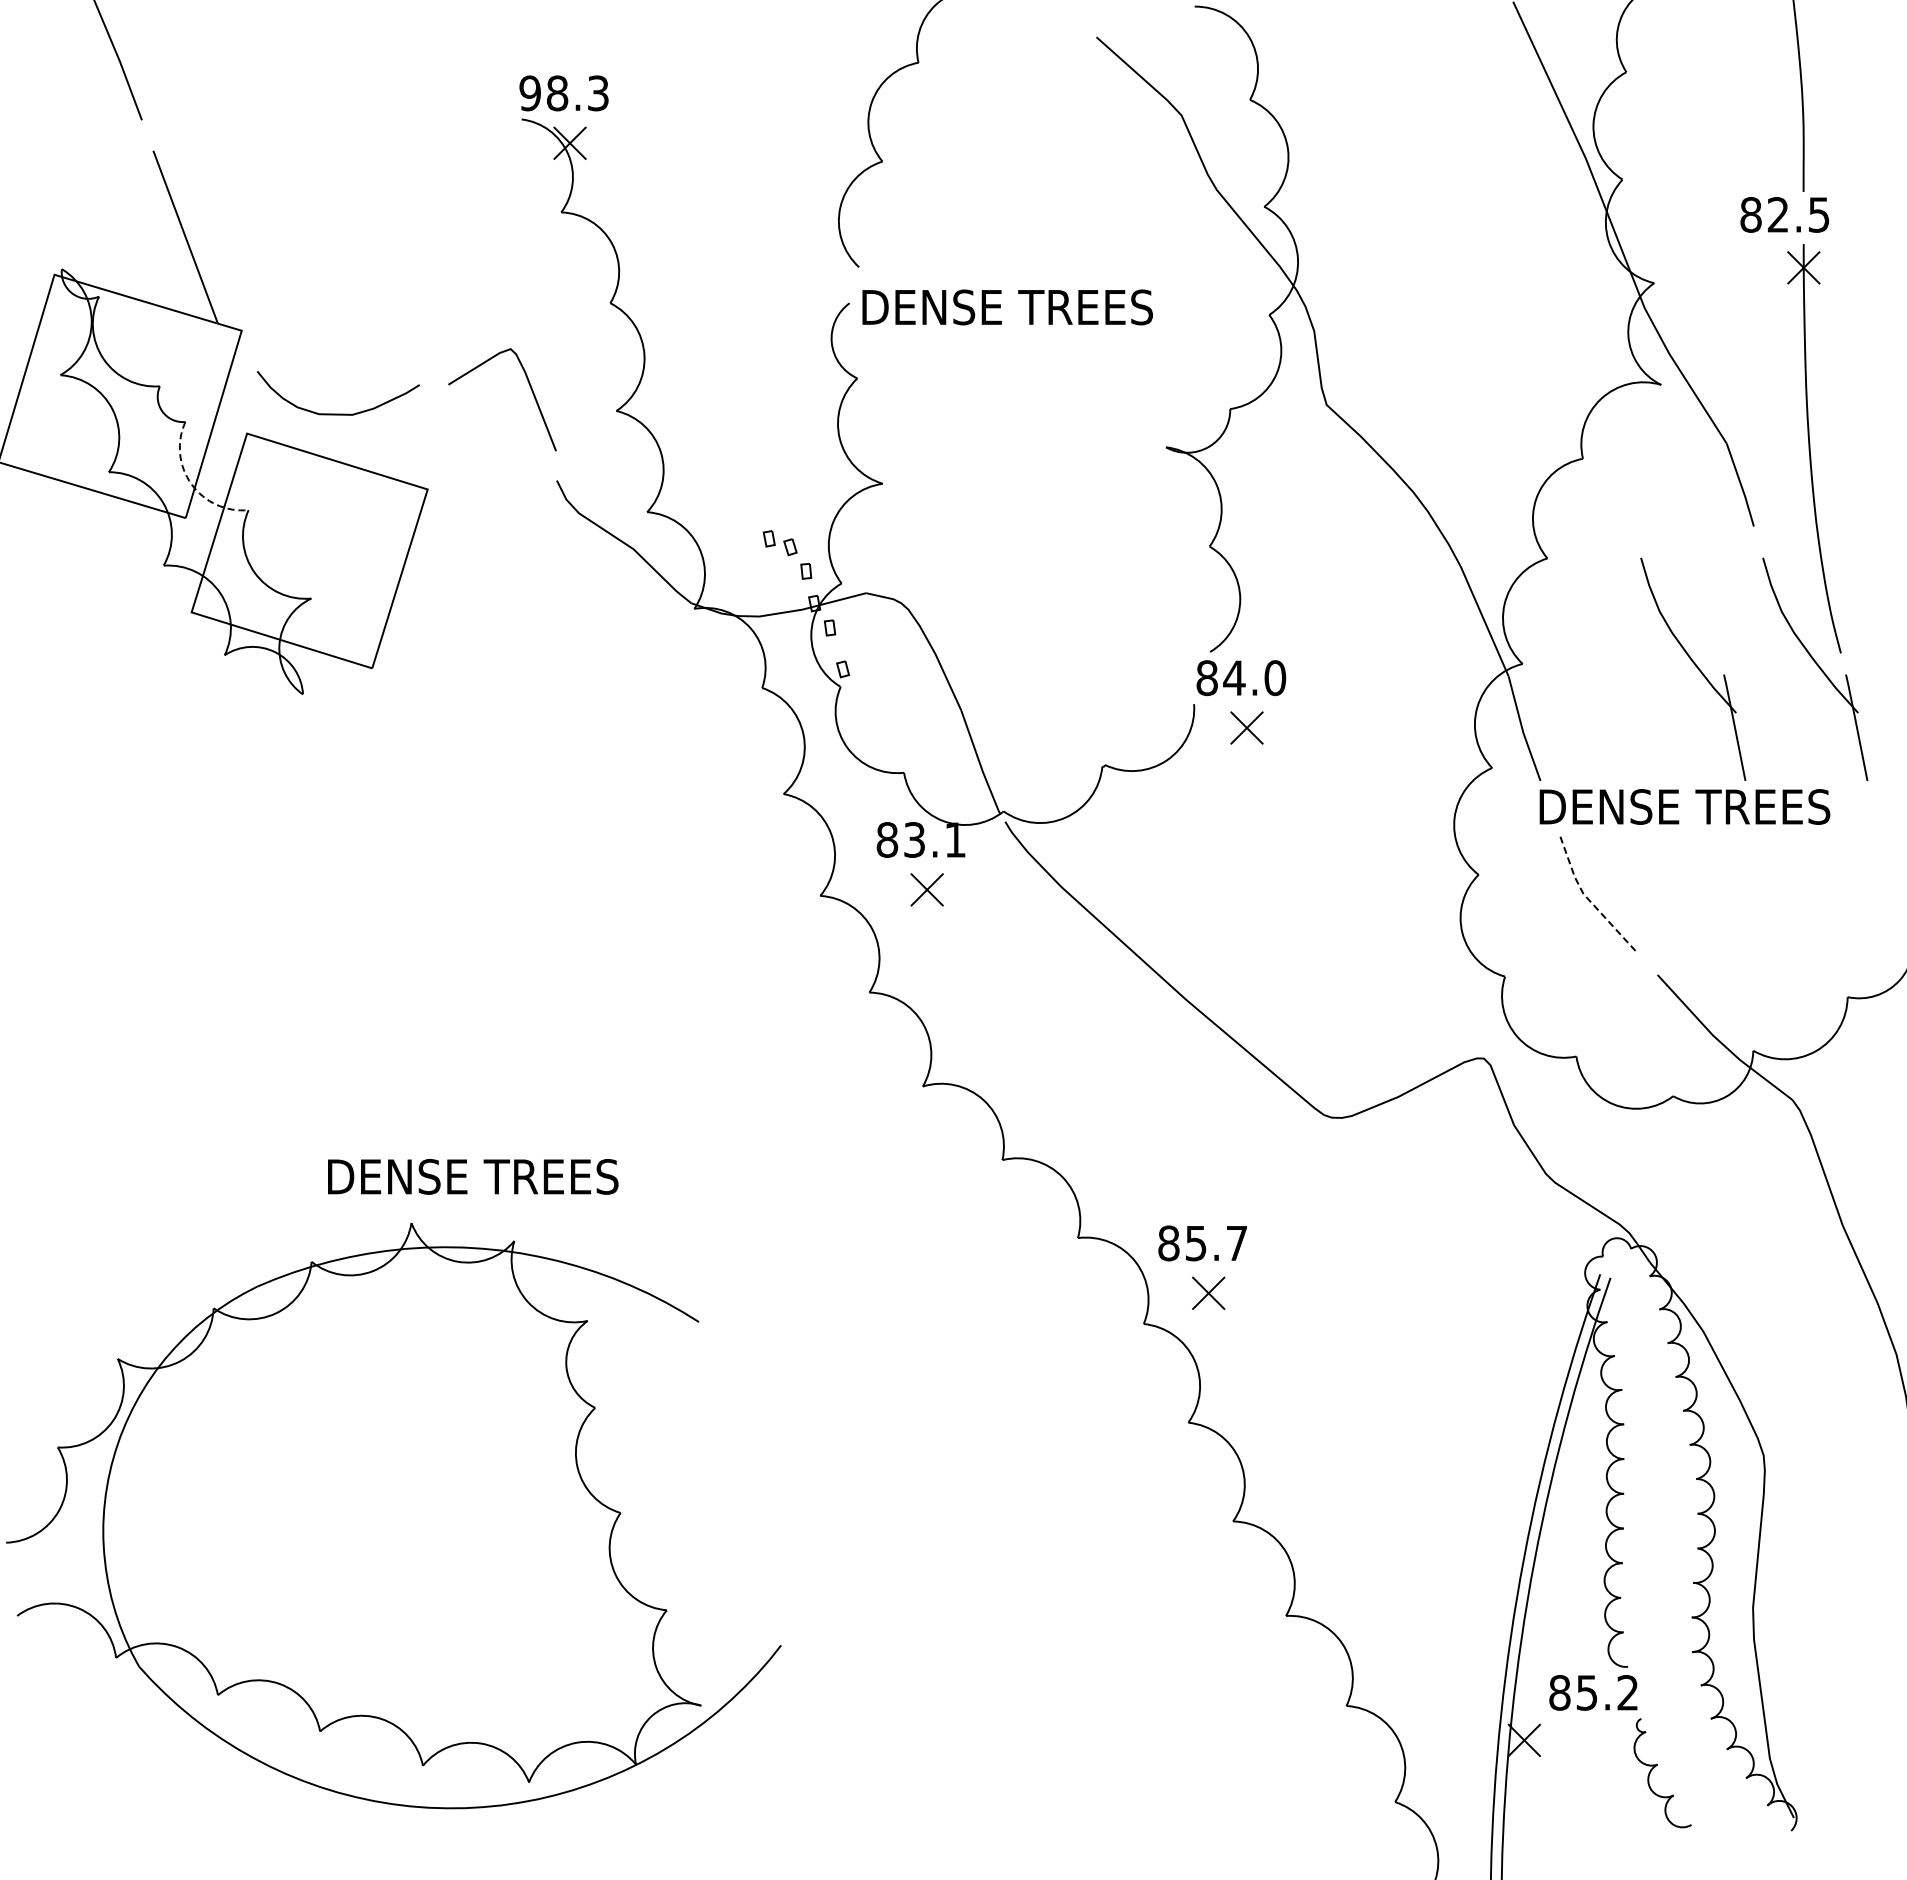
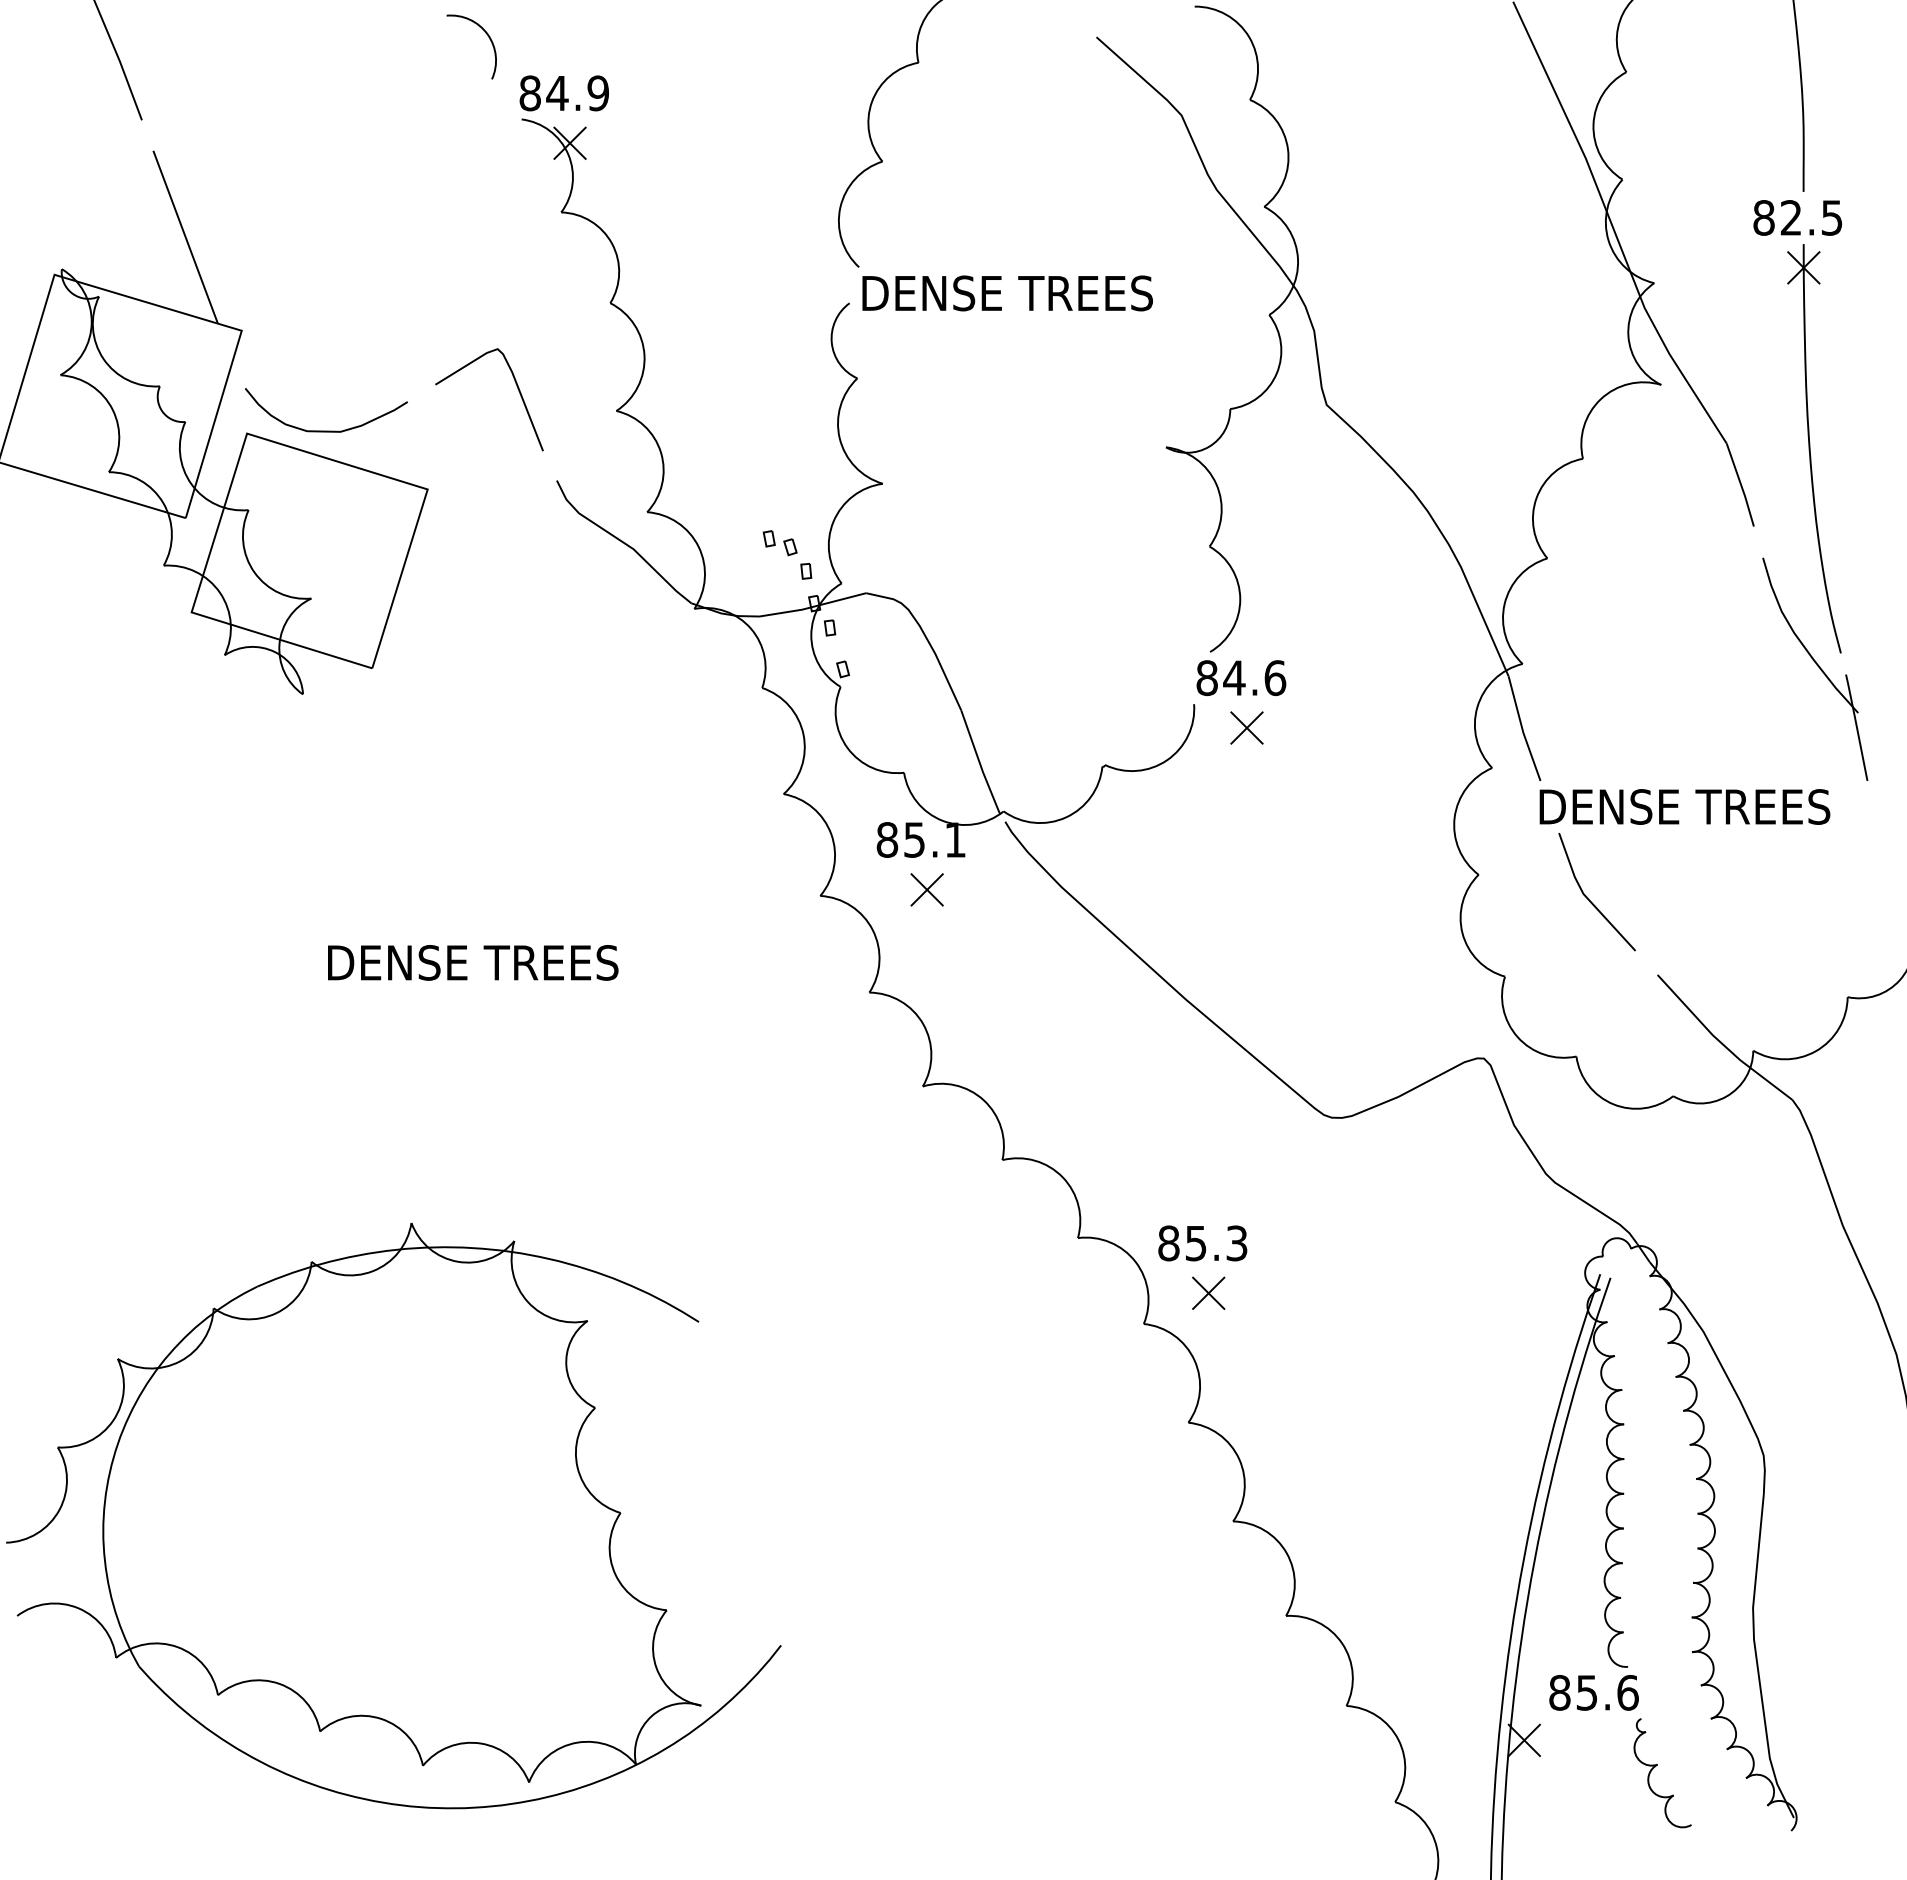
arc at (487, 36): none -> present
text at (563, 93): 98.3 -> 84.9
text at (1784, 214) position: (1784, 214) -> (1797, 217)
text at (1007, 307) position: (1007, 307) -> (1007, 293)
curve at (529, 386) position: (529, 386) -> (516, 386)
curve at (338, 413) position: (338, 413) -> (326, 430)
arc at (191, 484): dashed -> solid
part at (1693, 668): present -> none
text at (1275, 677): 84.0 -> 84.6
text at (914, 839): 83.1 -> 85.1
line at (1586, 896): dashed -> solid
text at (473, 1176) position: (473, 1176) -> (473, 962)
text at (1236, 1243): 85.7 -> 85.3
text at (1627, 1692): 85.2 -> 85.6
